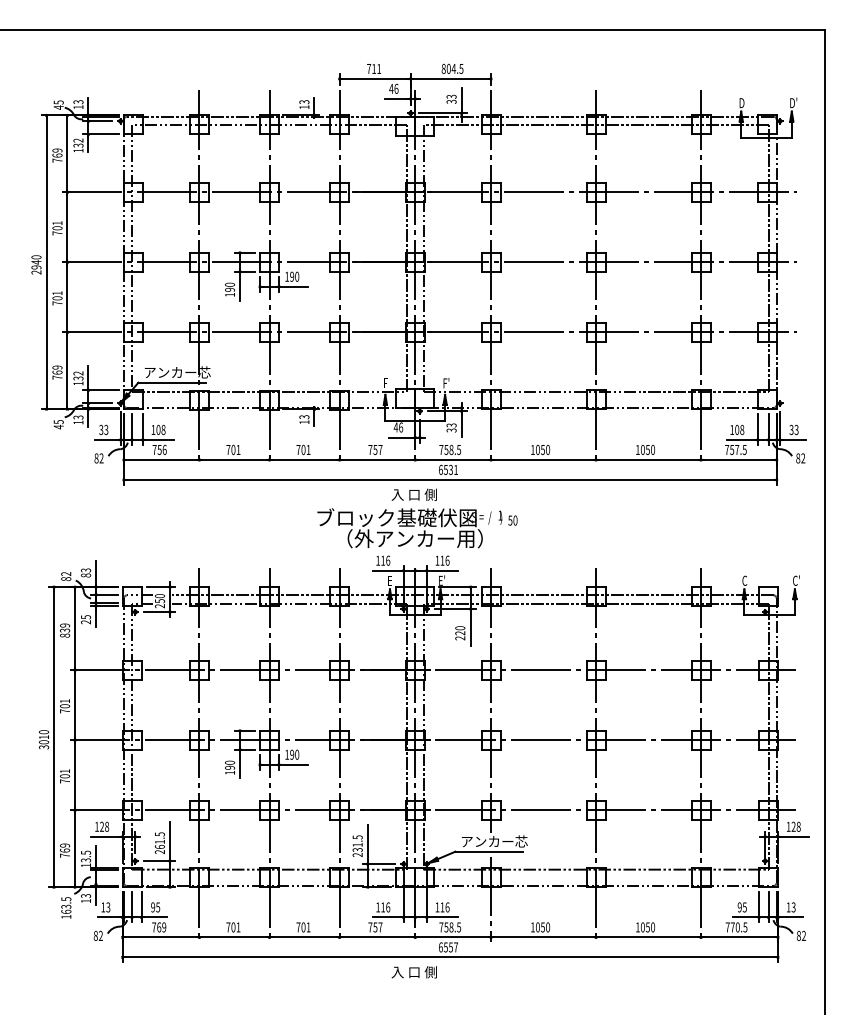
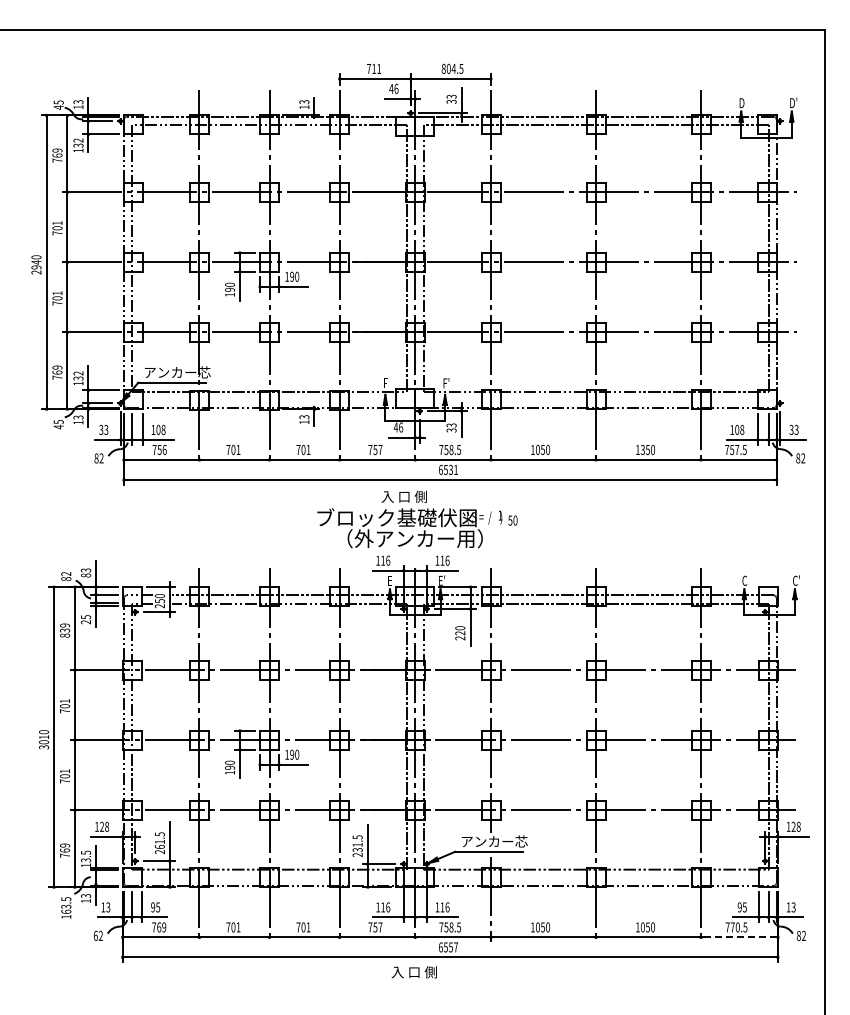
text at (642, 449): 1050 -> 1350
text at (413, 494) position: (413, 494) -> (403, 496)
text at (95, 935): 82 -> 62
line at (740, 937): solid -> dashed
